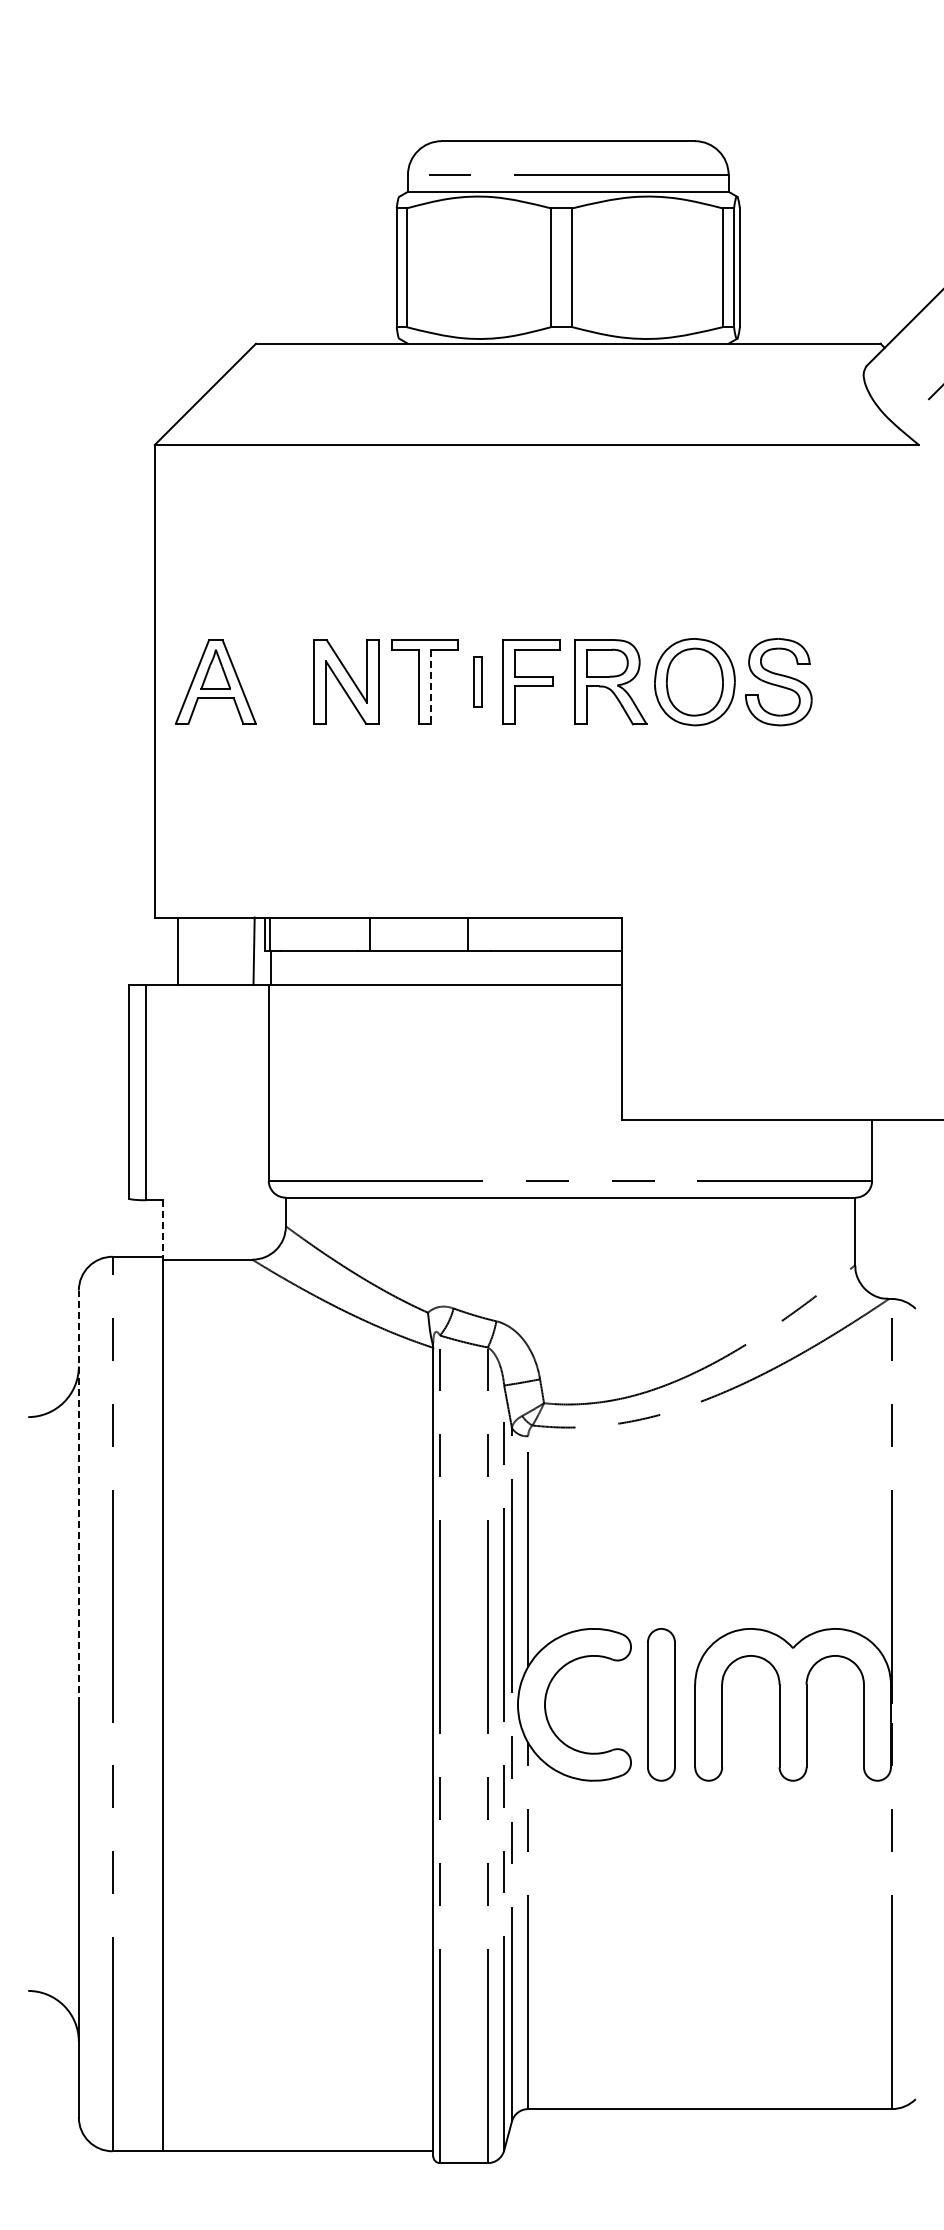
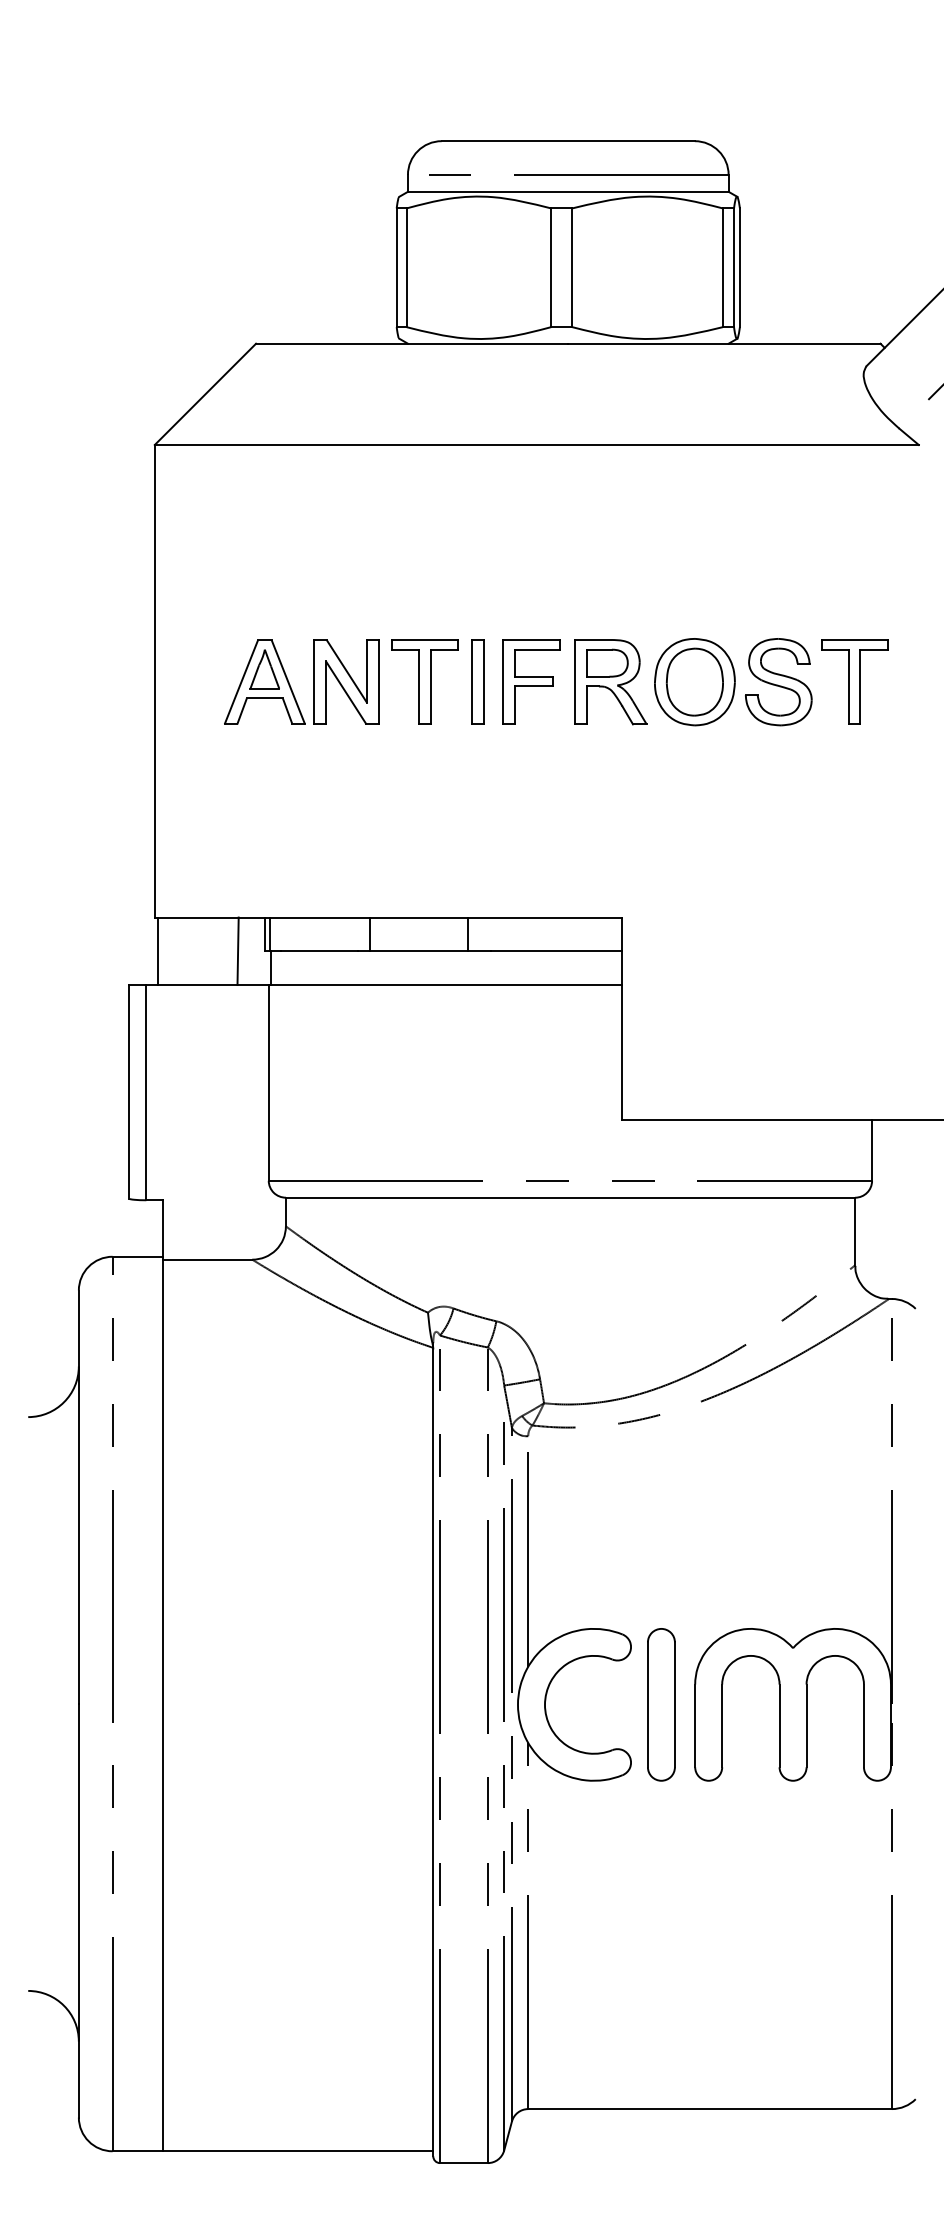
part at (215, 681) position: (215, 681) -> (264, 681)
part at (477, 681) size: 10x52 px -> 14x86 px
part at (854, 681): none -> present
line at (430, 687): dashed -> solid
line at (178, 951) position: (178, 951) -> (158, 951)
line at (253, 951) position: (253, 951) -> (237, 951)
line at (163, 1229): dashed -> solid
line at (78, 1497): dashed -> solid
